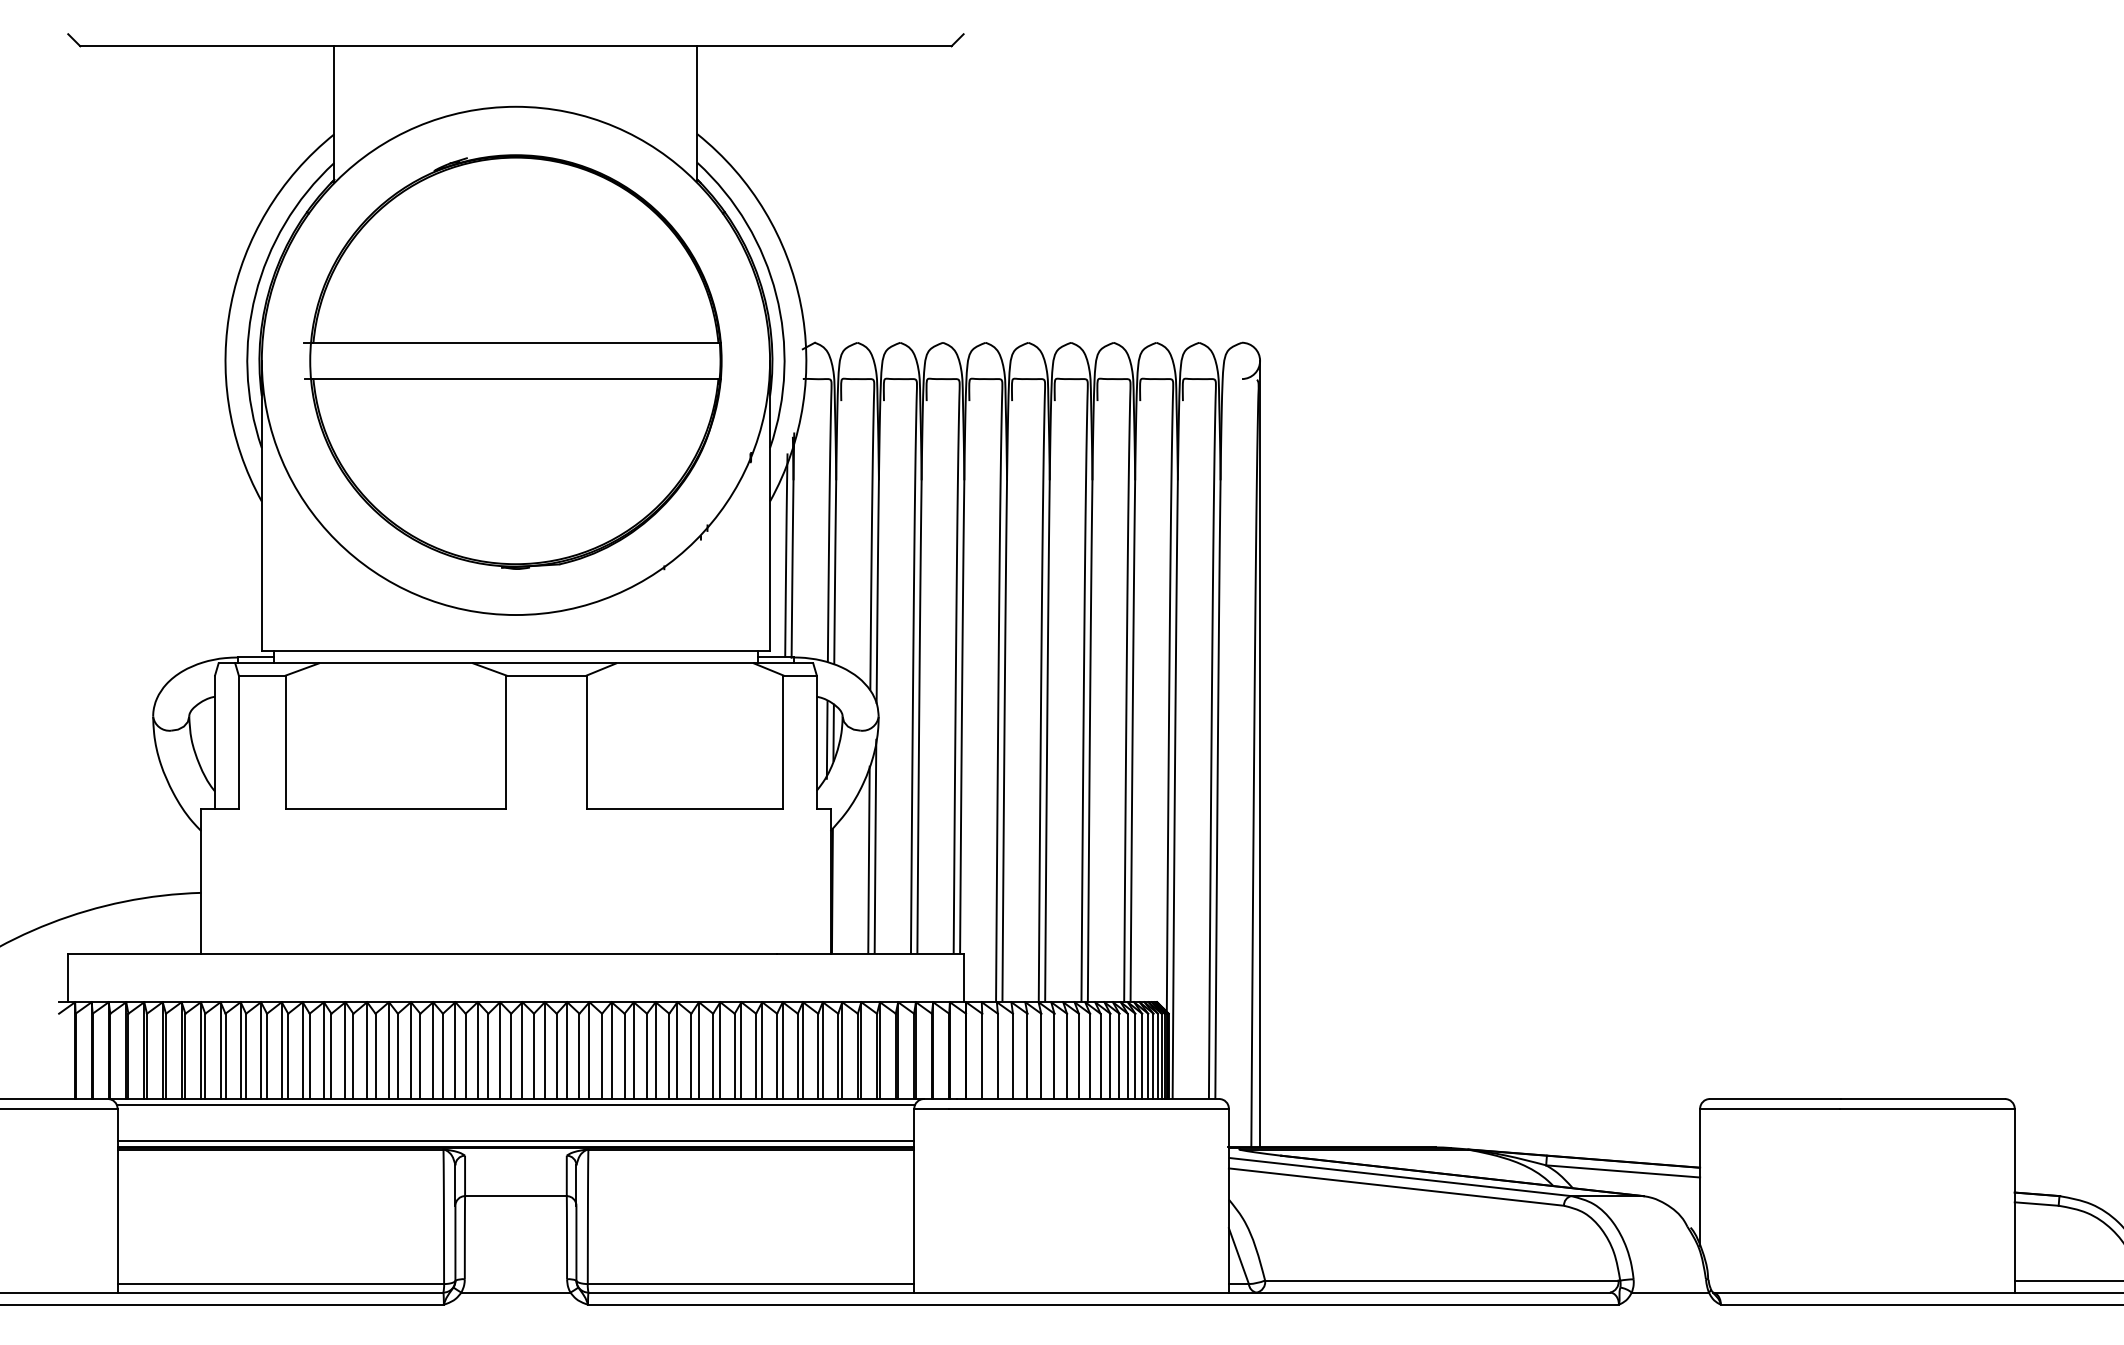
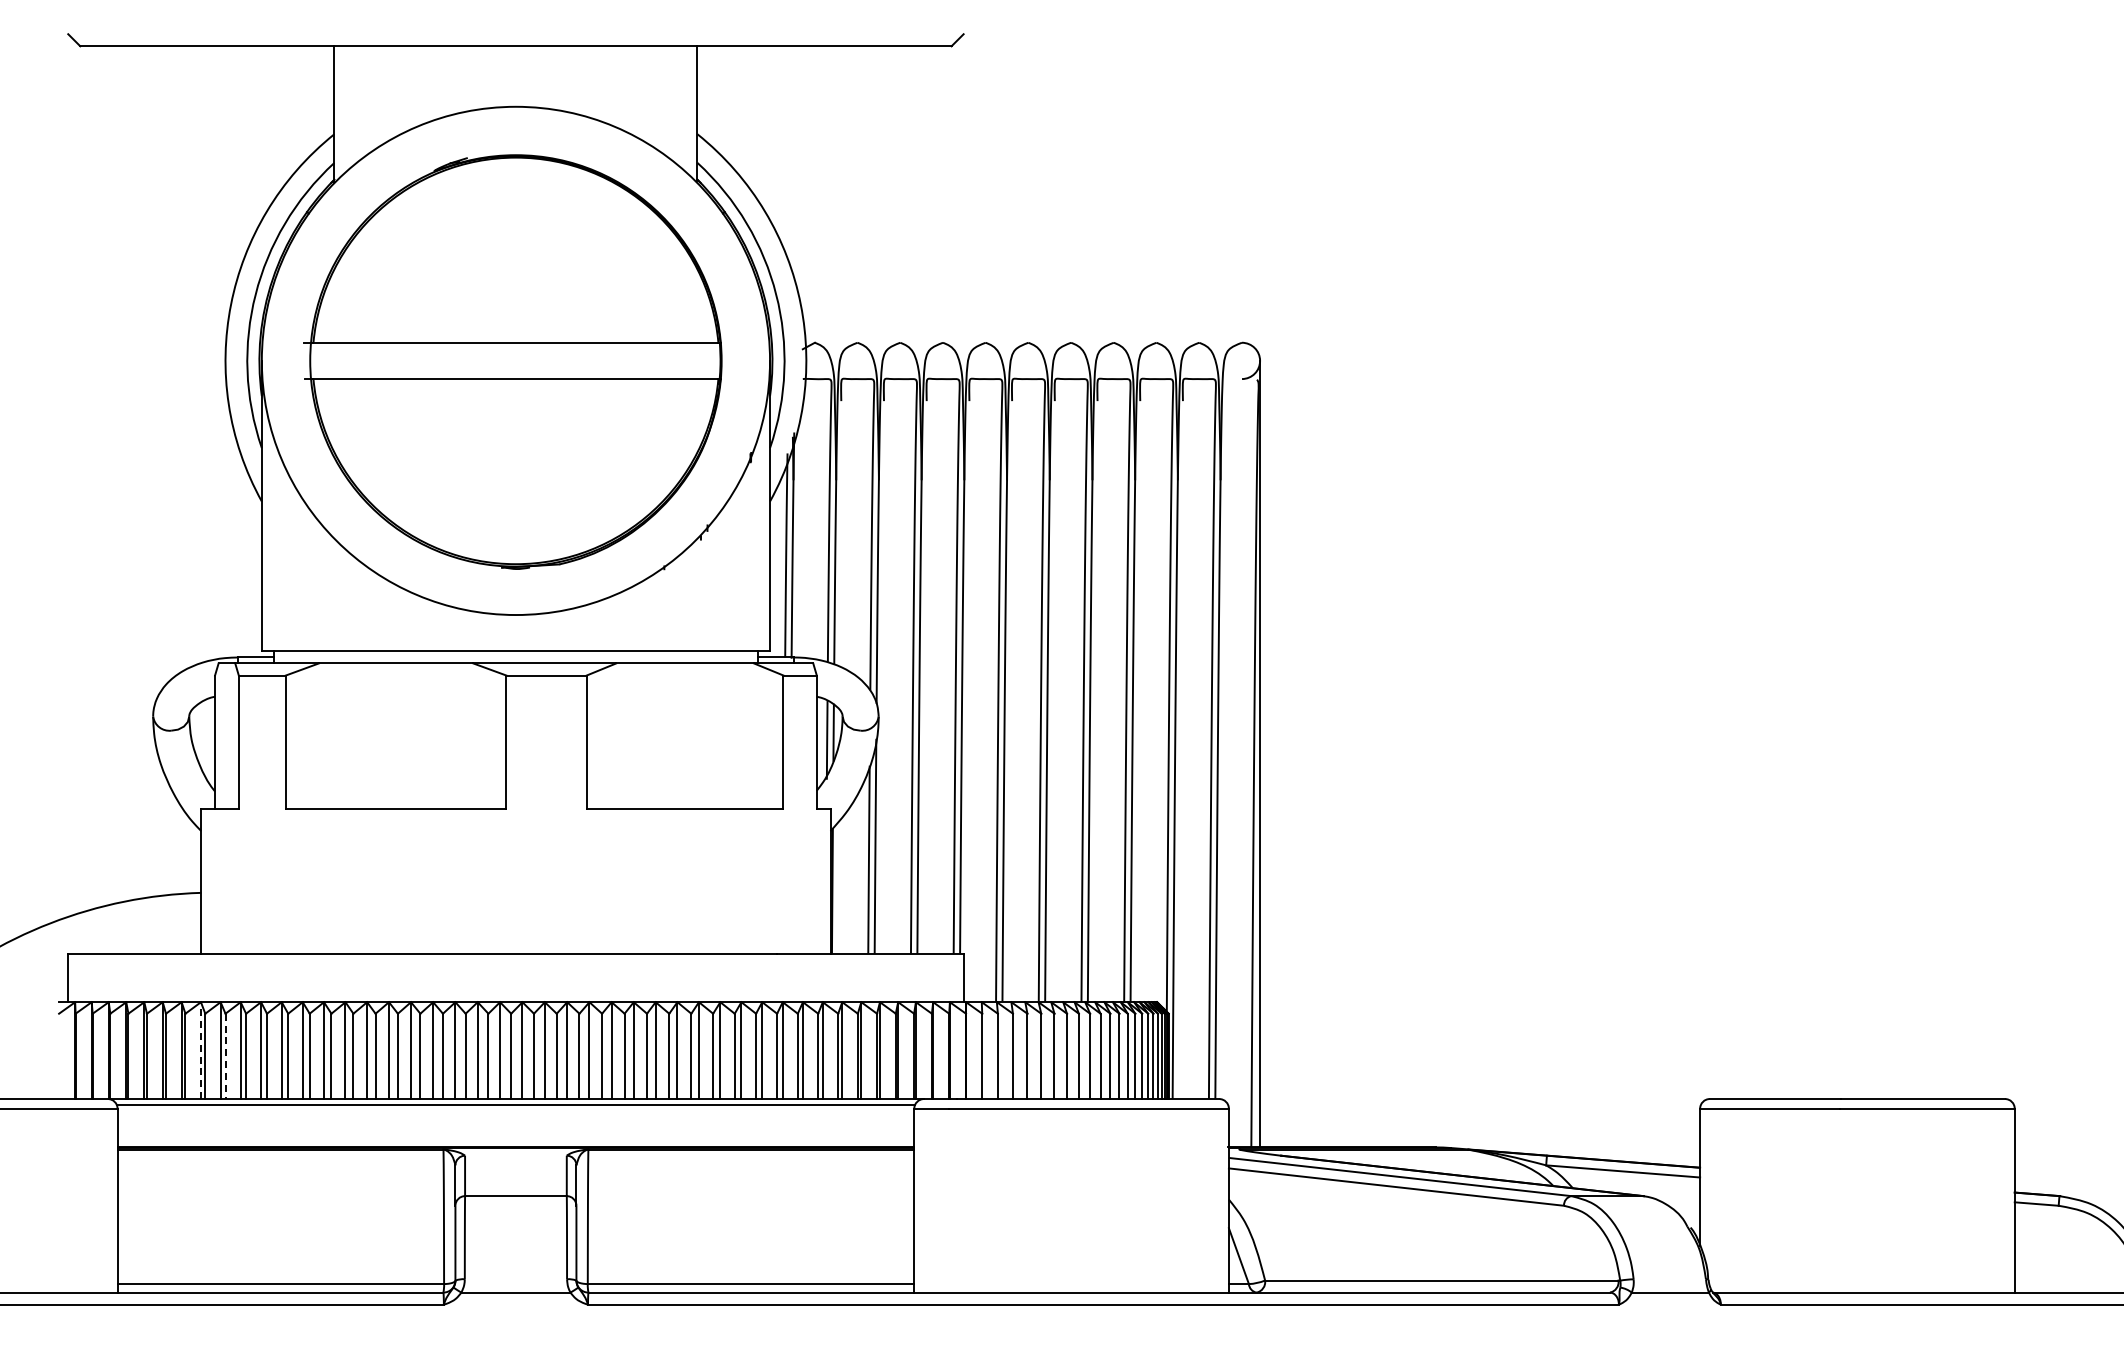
line at (200, 1050): solid -> dashed
line at (225, 1056): solid -> dashed
line at (515, 1141): present -> none
line at (2067, 1280): present -> none
